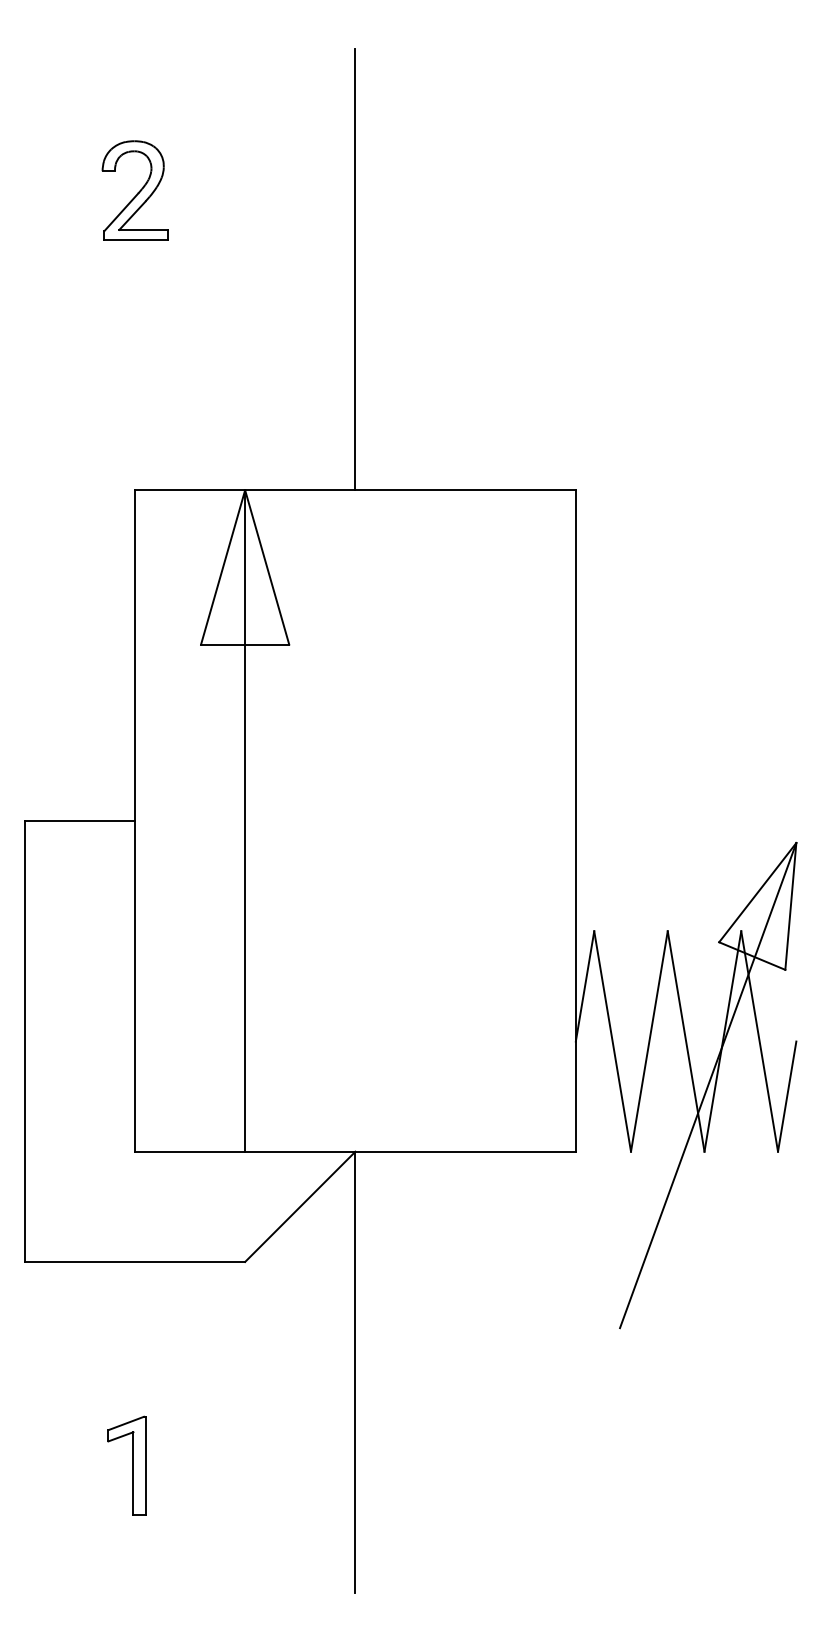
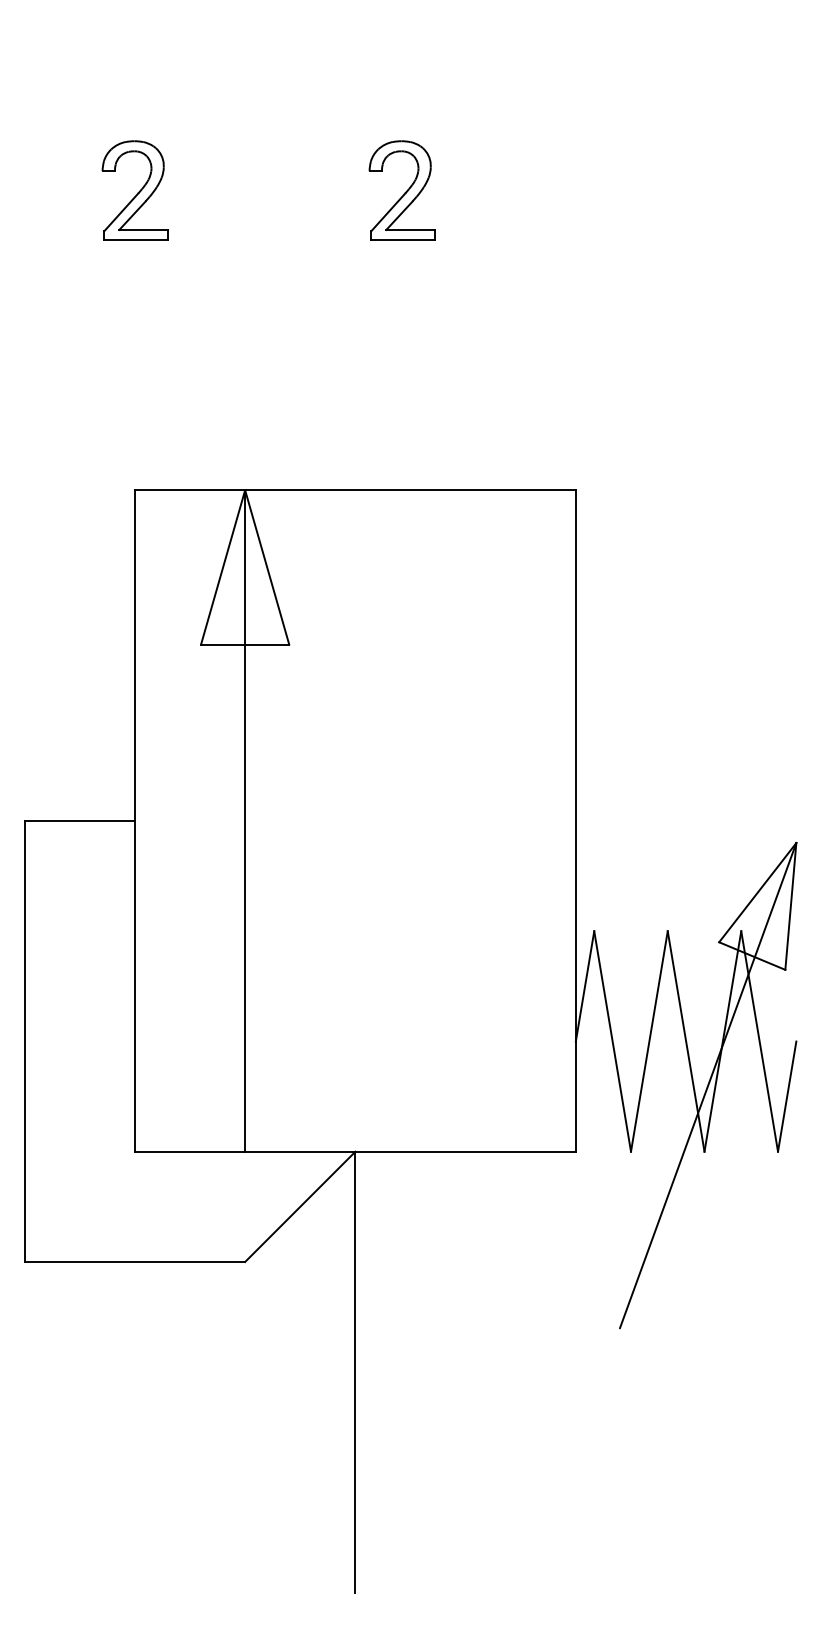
part at (401, 190): none -> present
line at (355, 269): present -> none
part at (126, 1465): present -> none
